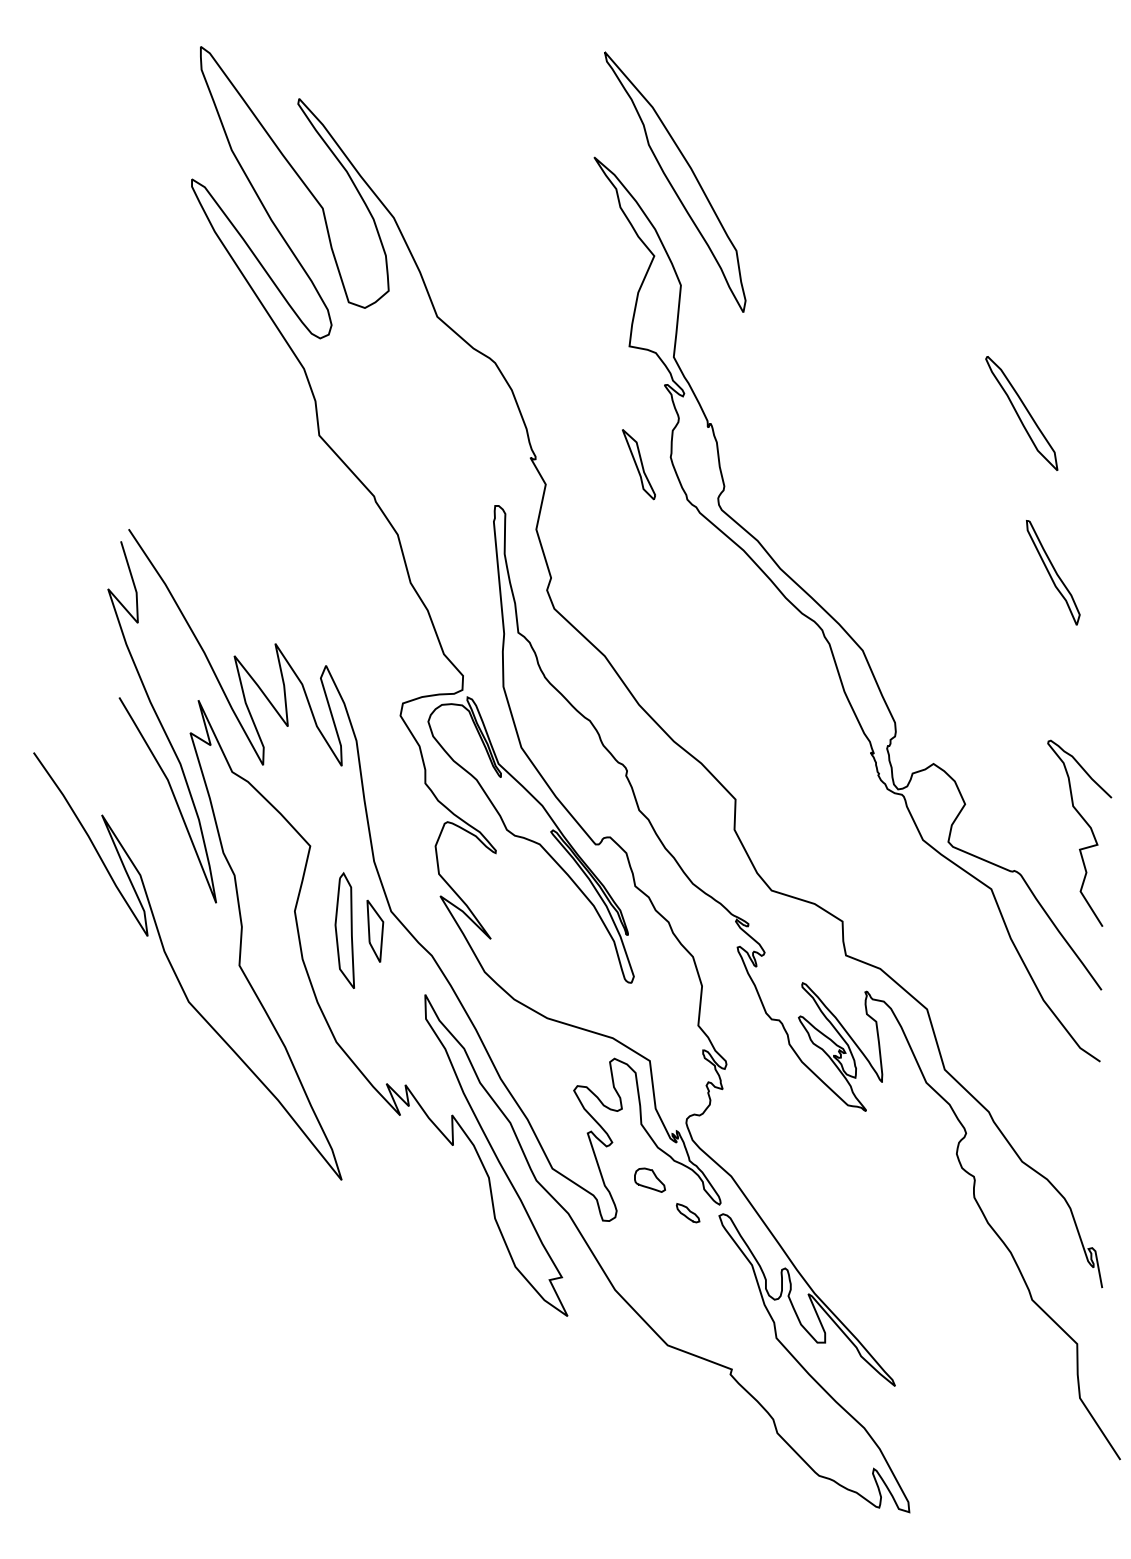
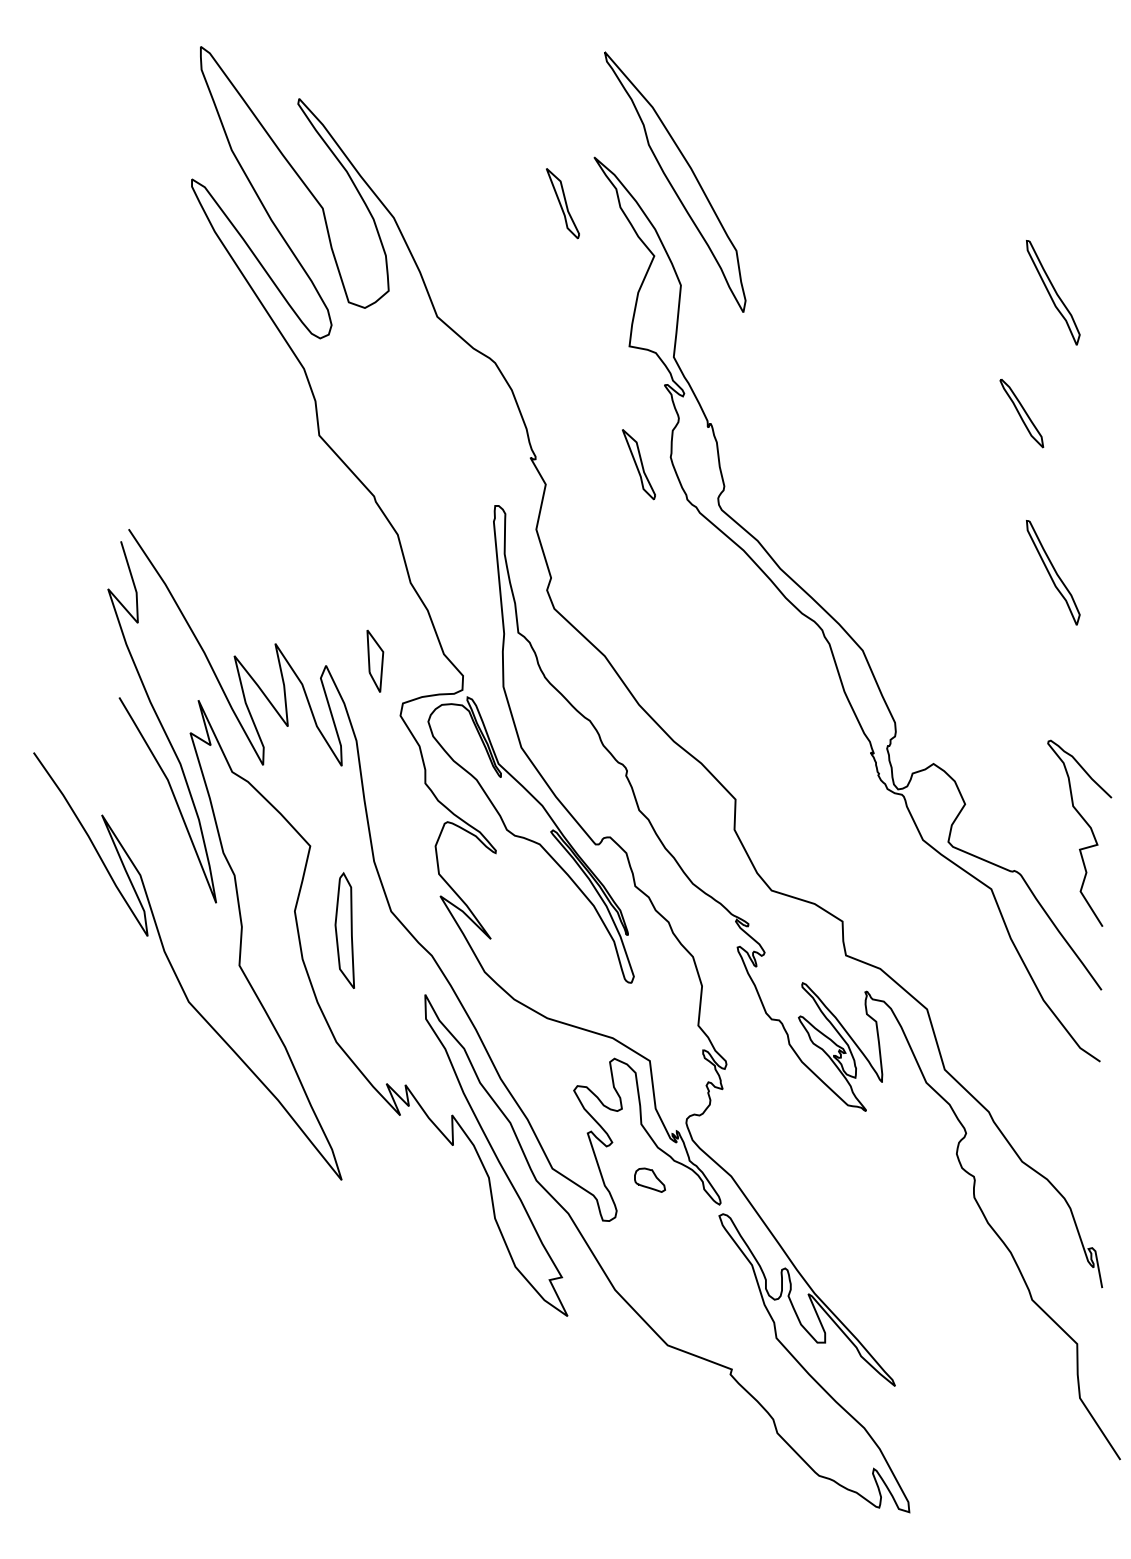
part at (562, 203): none -> present
part at (1053, 292): none -> present
part at (1021, 413) size: 74x115 px -> 46x70 px
part at (375, 930) position: (375, 930) -> (375, 660)
part at (688, 1213): present -> none
